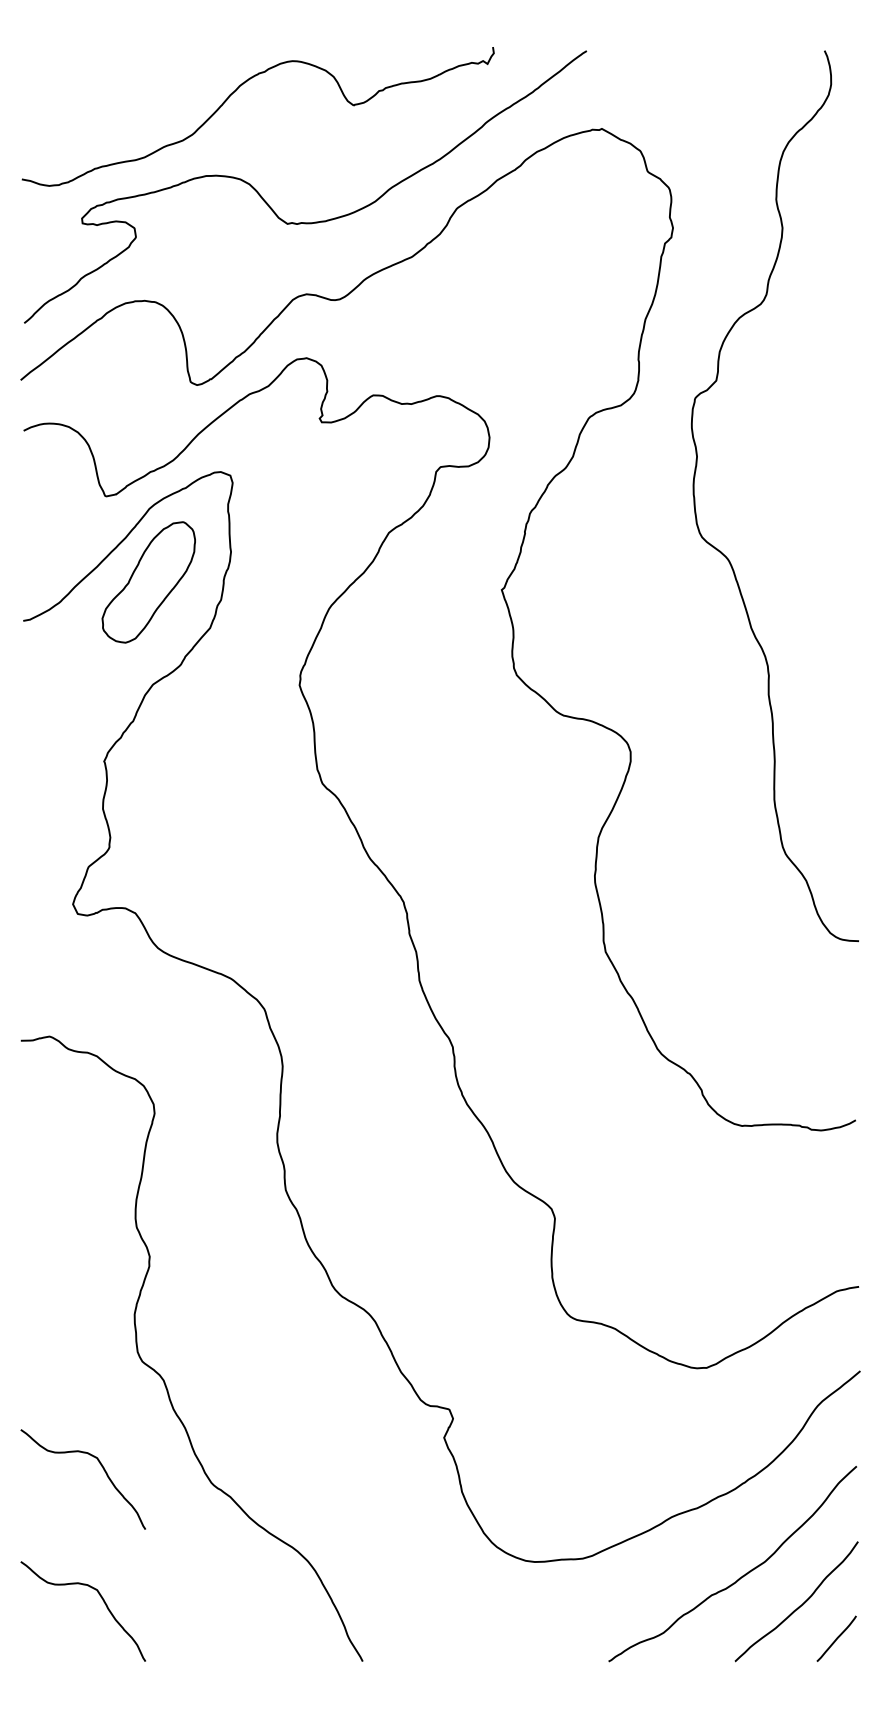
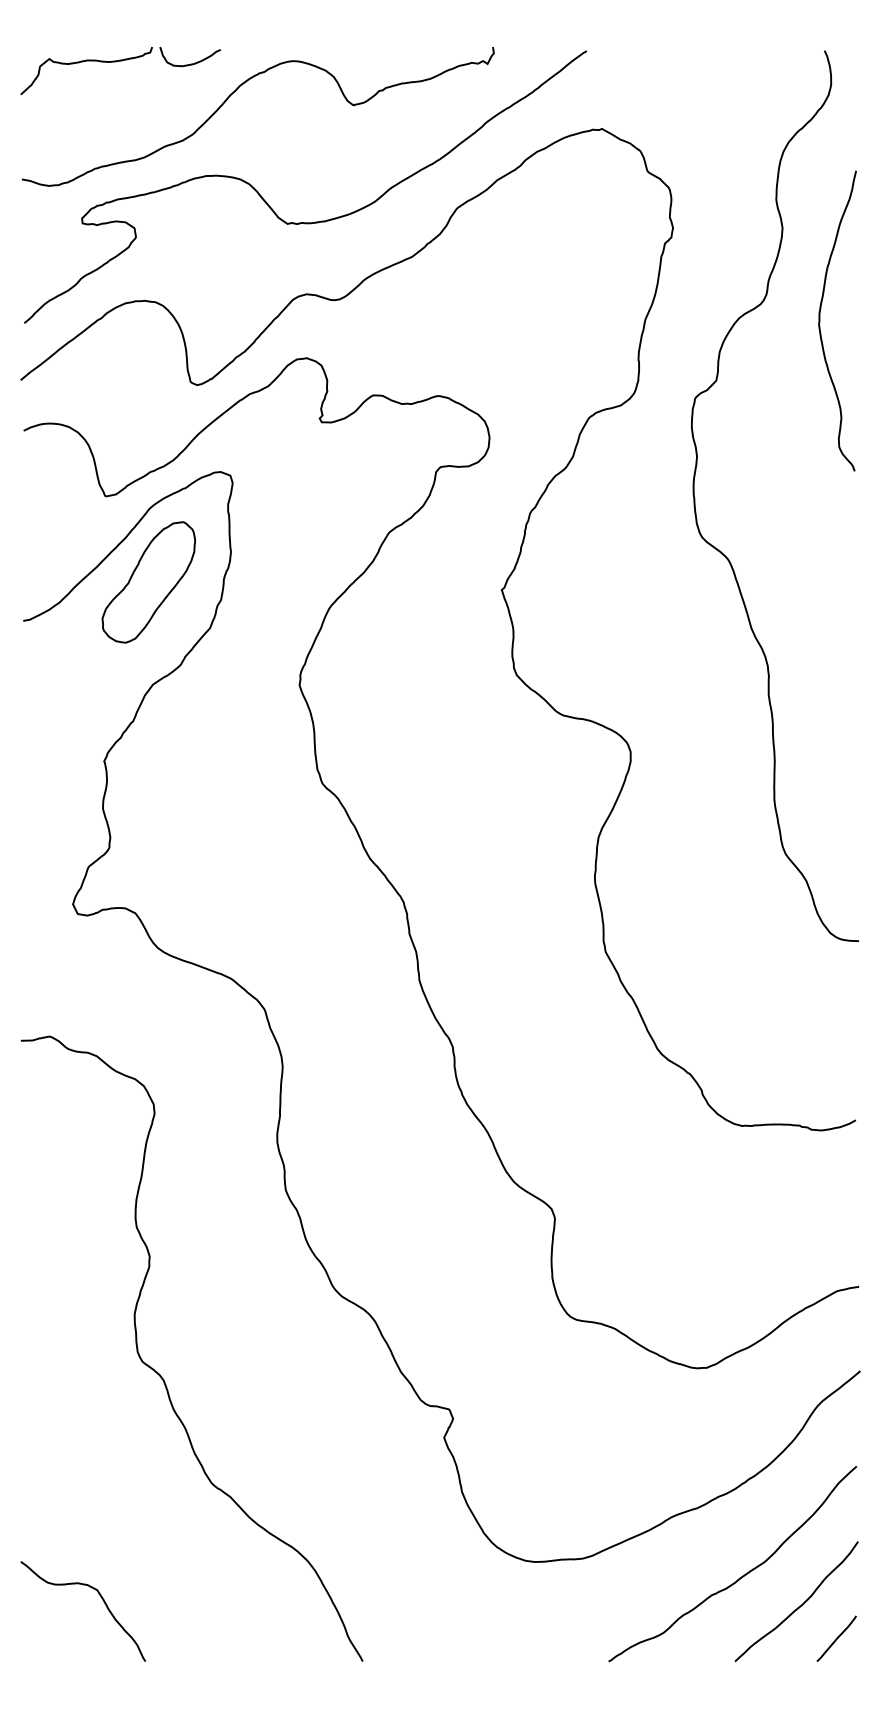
part at (116, 62): none -> present
curve at (820, 320): none -> present
curve at (100, 1465): present -> none
